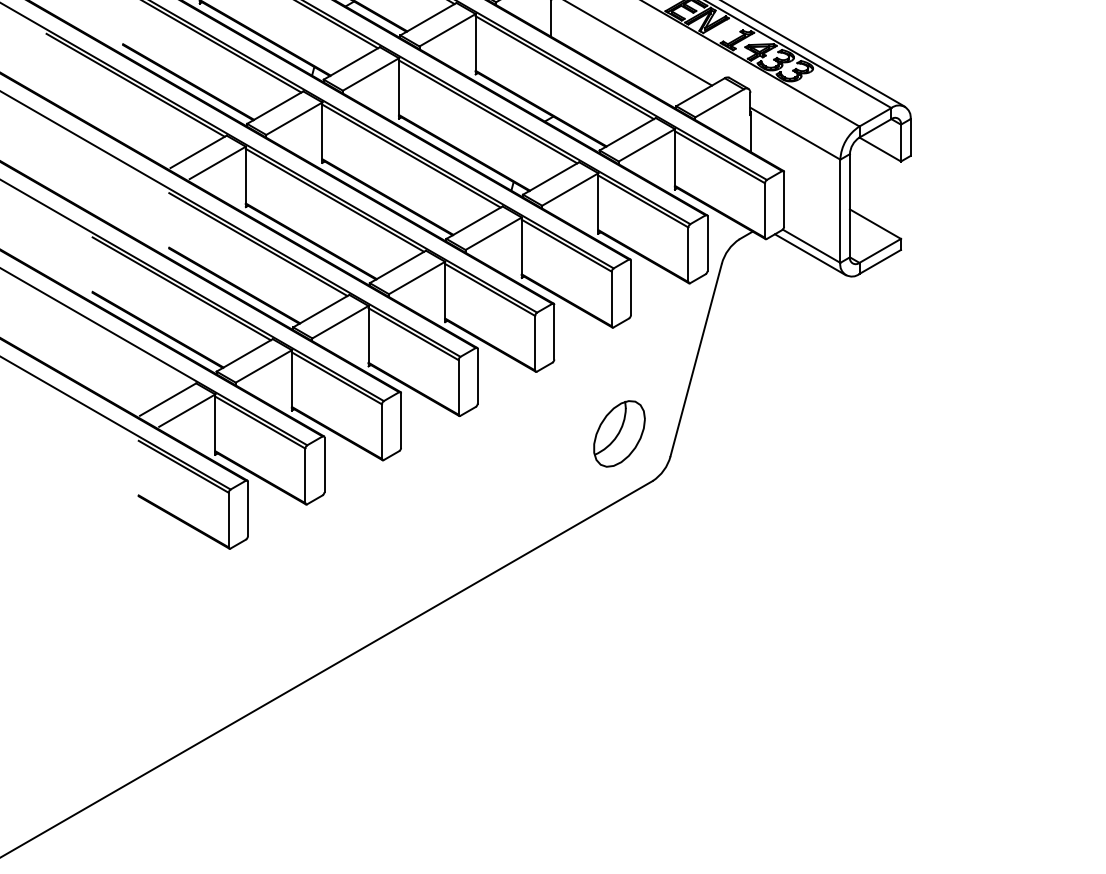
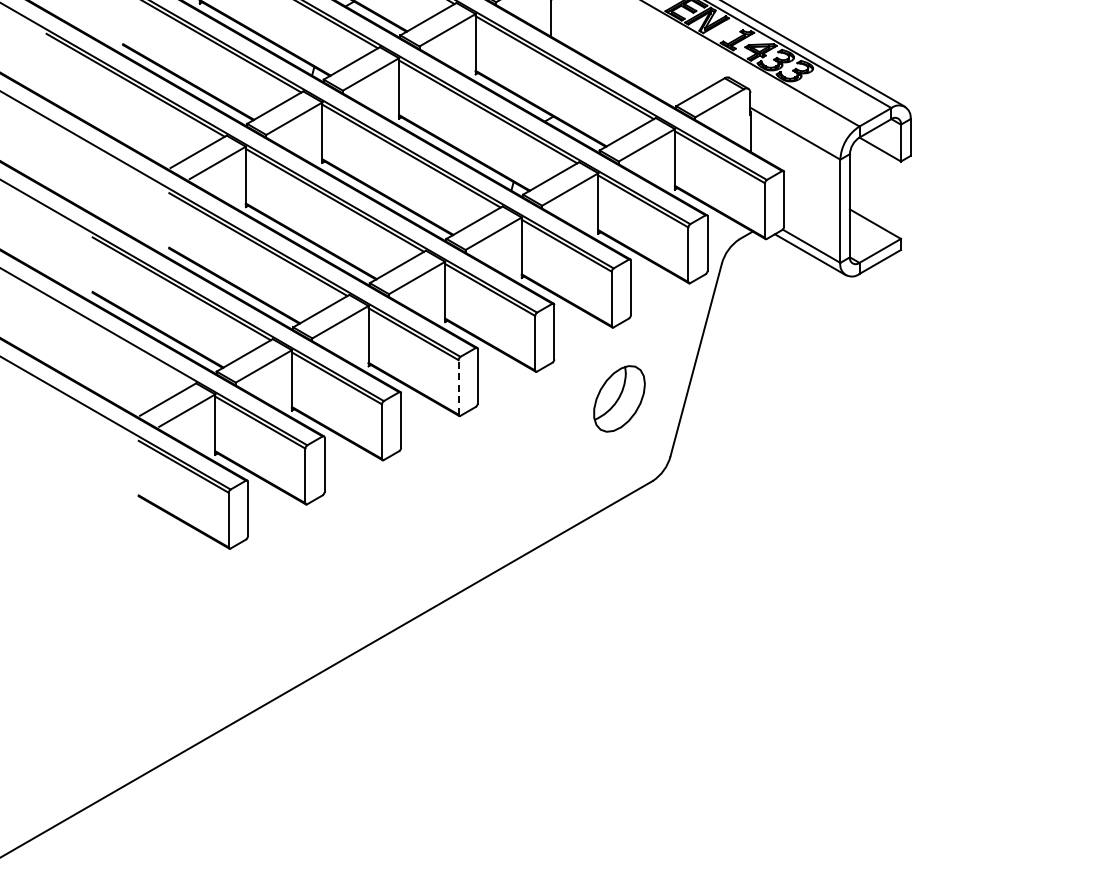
line at (639, 43): present -> none
line at (458, 386): solid -> dashed
part at (619, 433) position: (619, 433) -> (619, 398)
